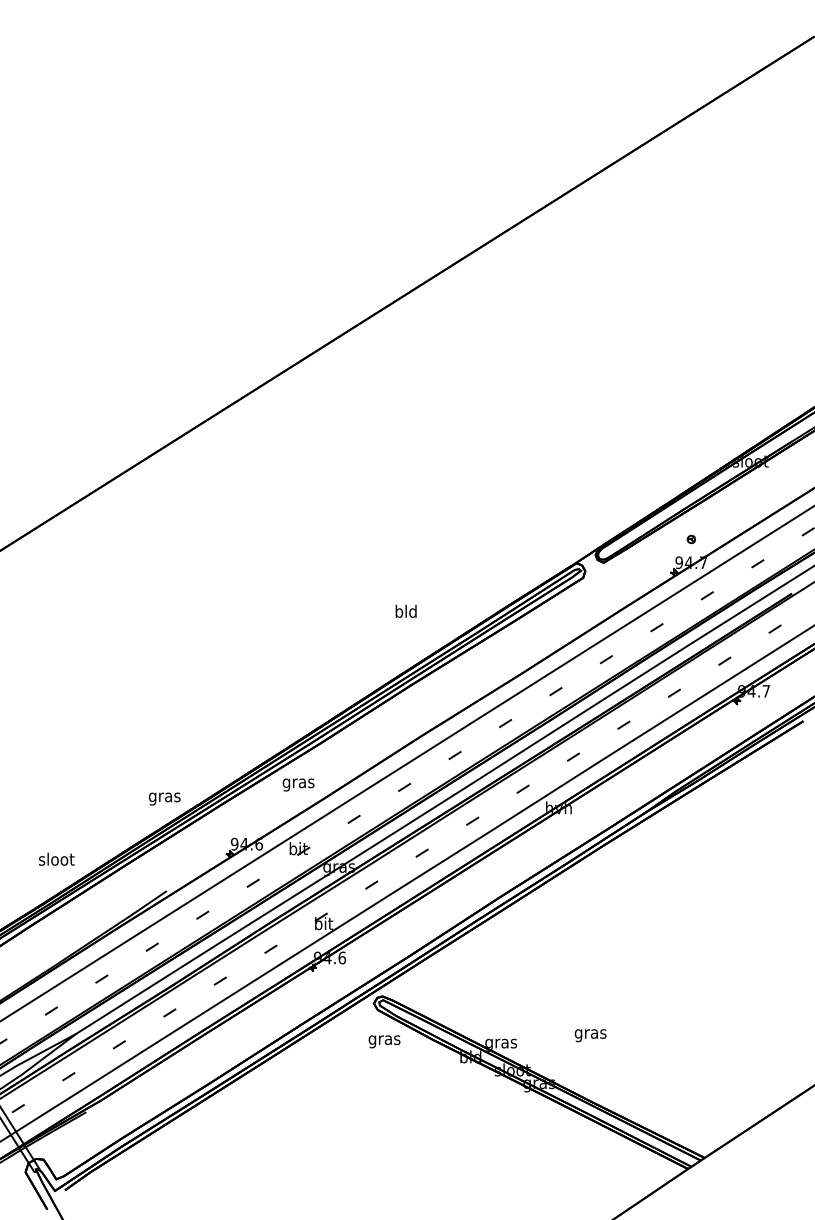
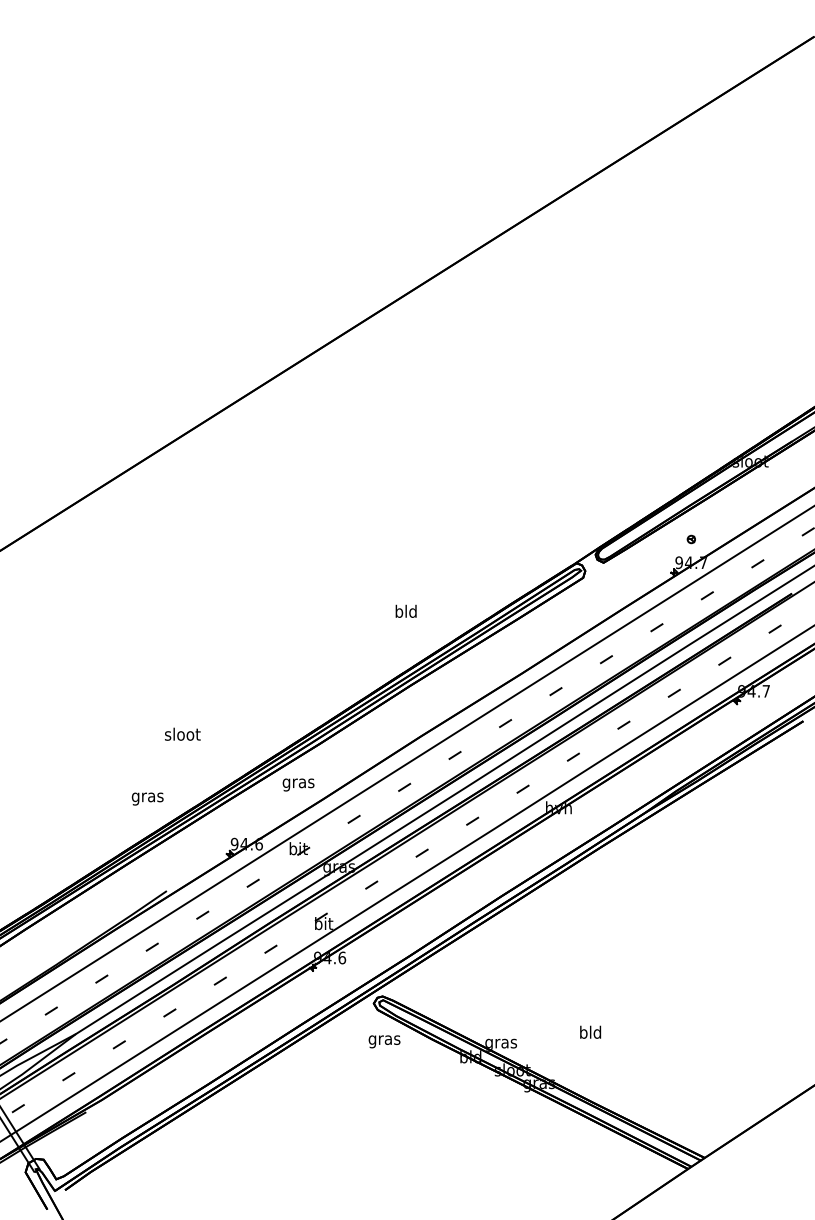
text at (164, 798) position: (164, 798) -> (147, 798)
text at (56, 858) position: (56, 858) -> (182, 733)
text at (590, 1033): gras -> bld
